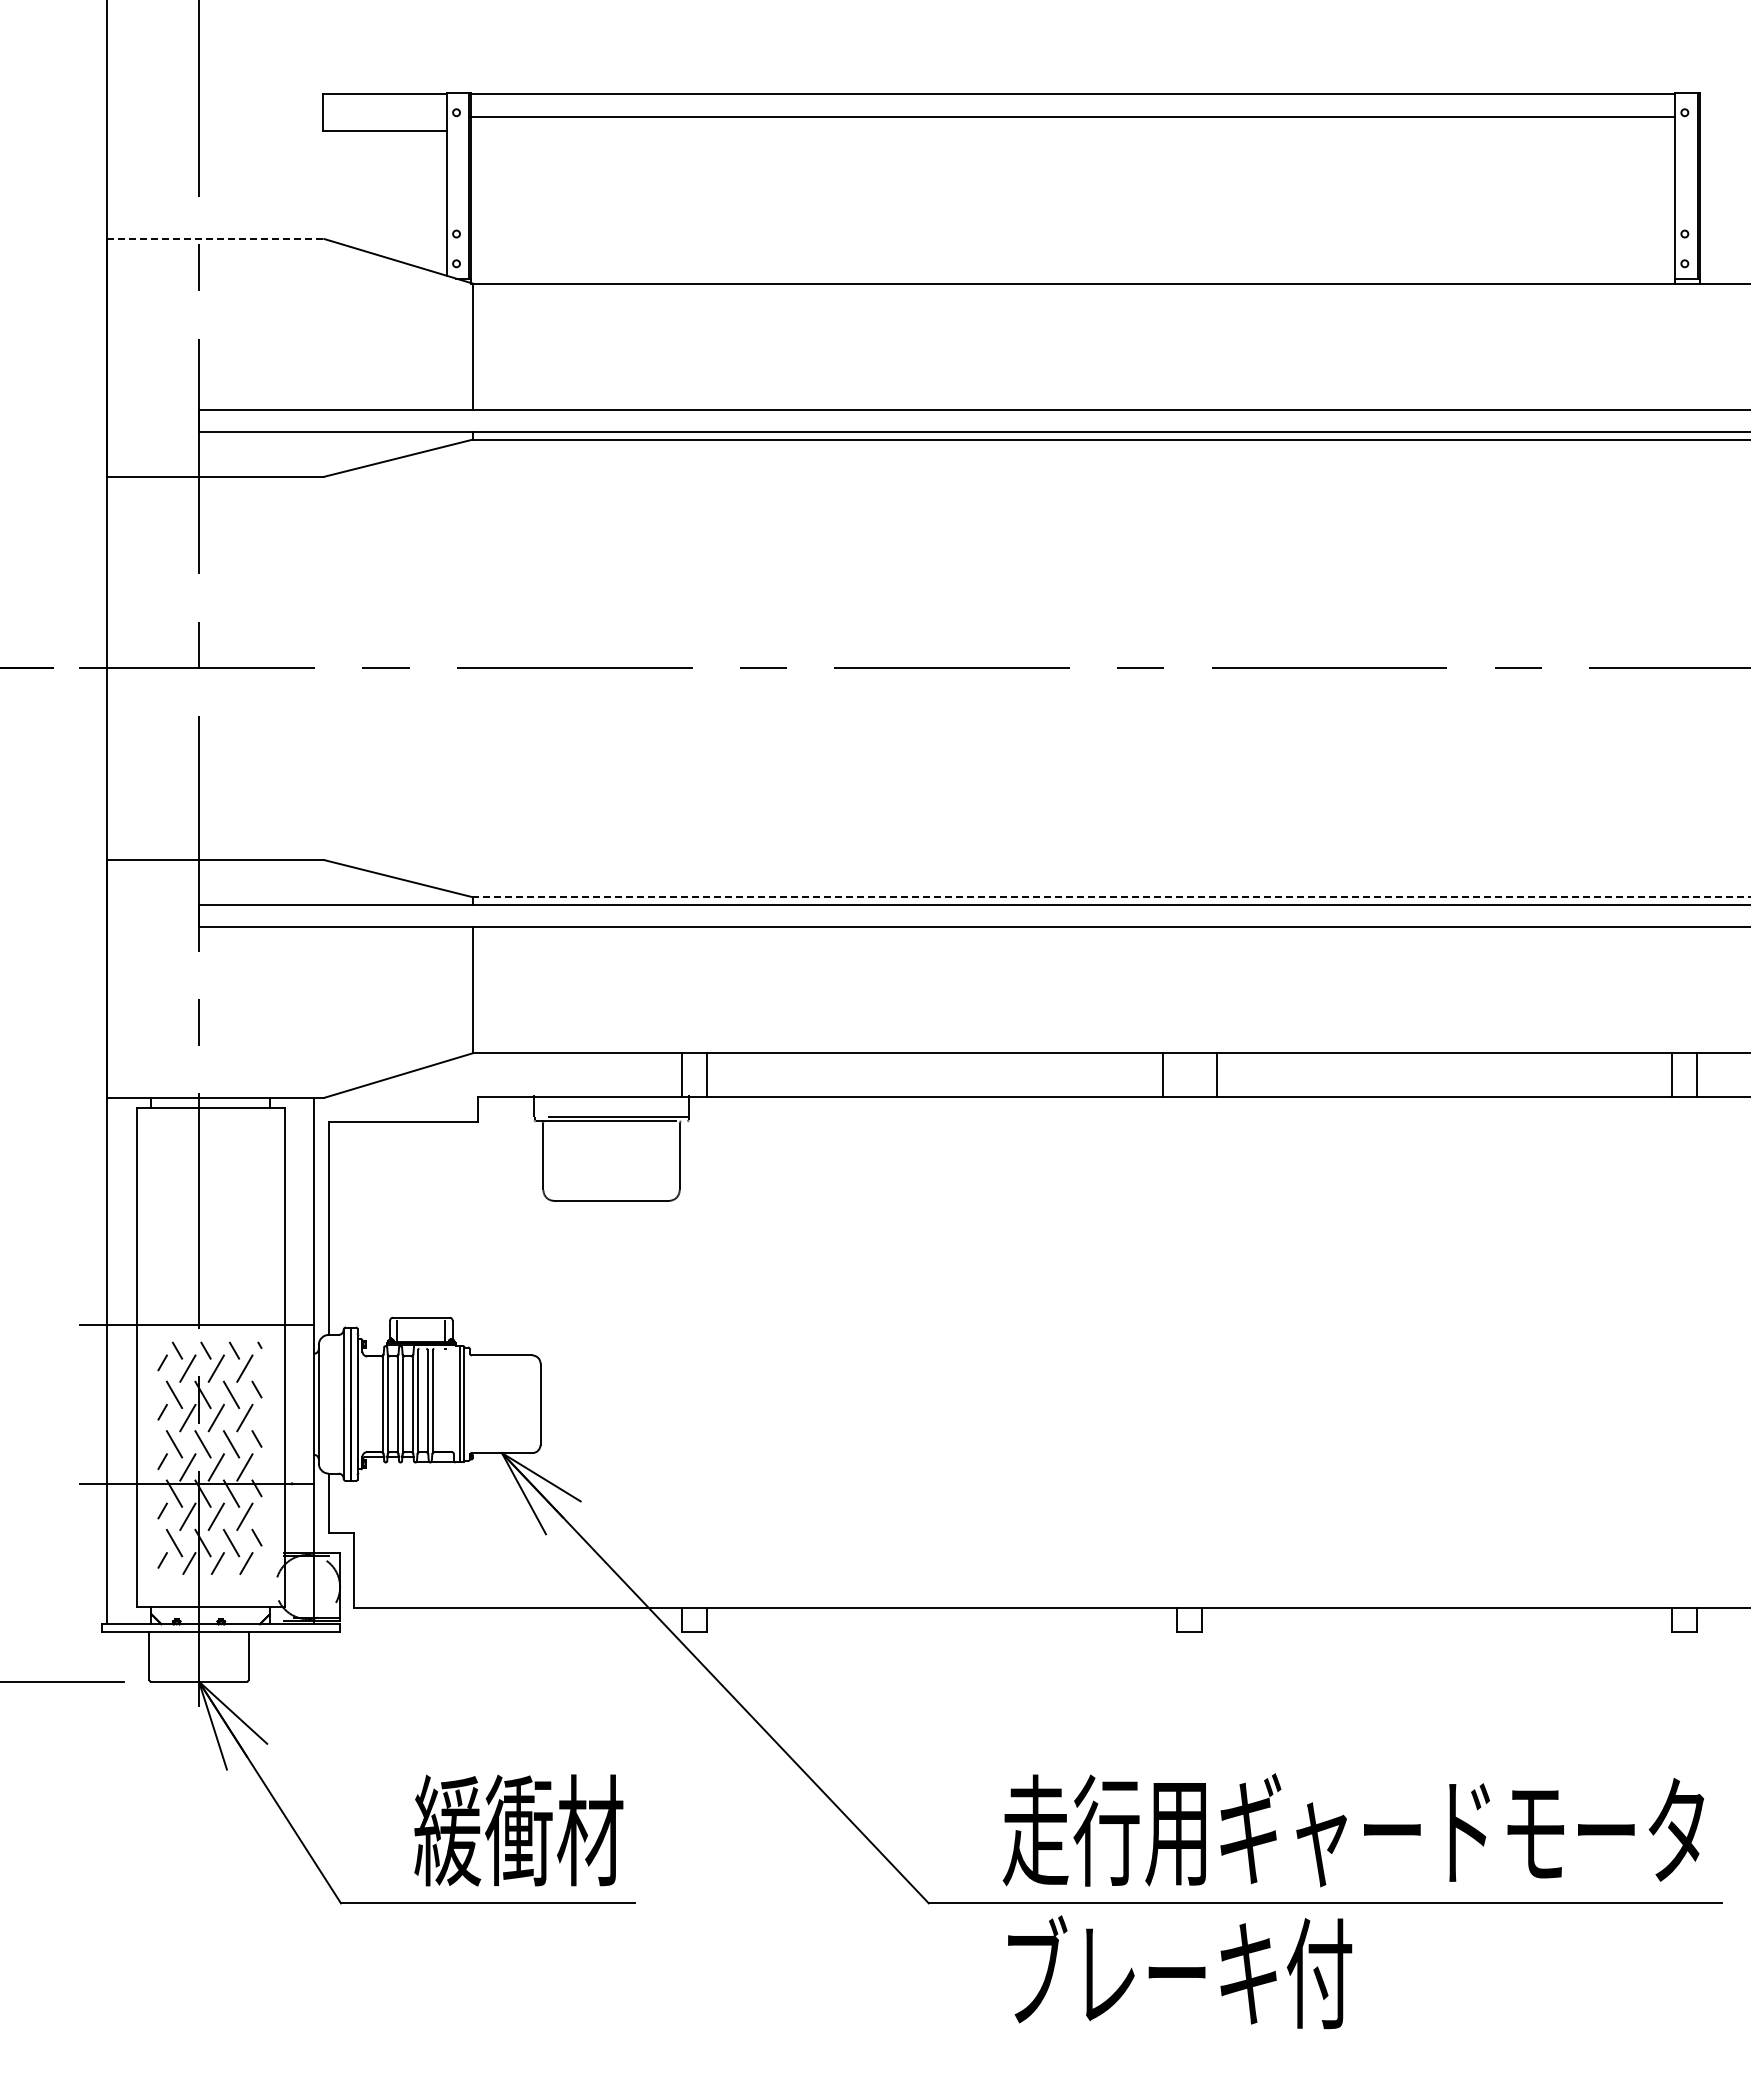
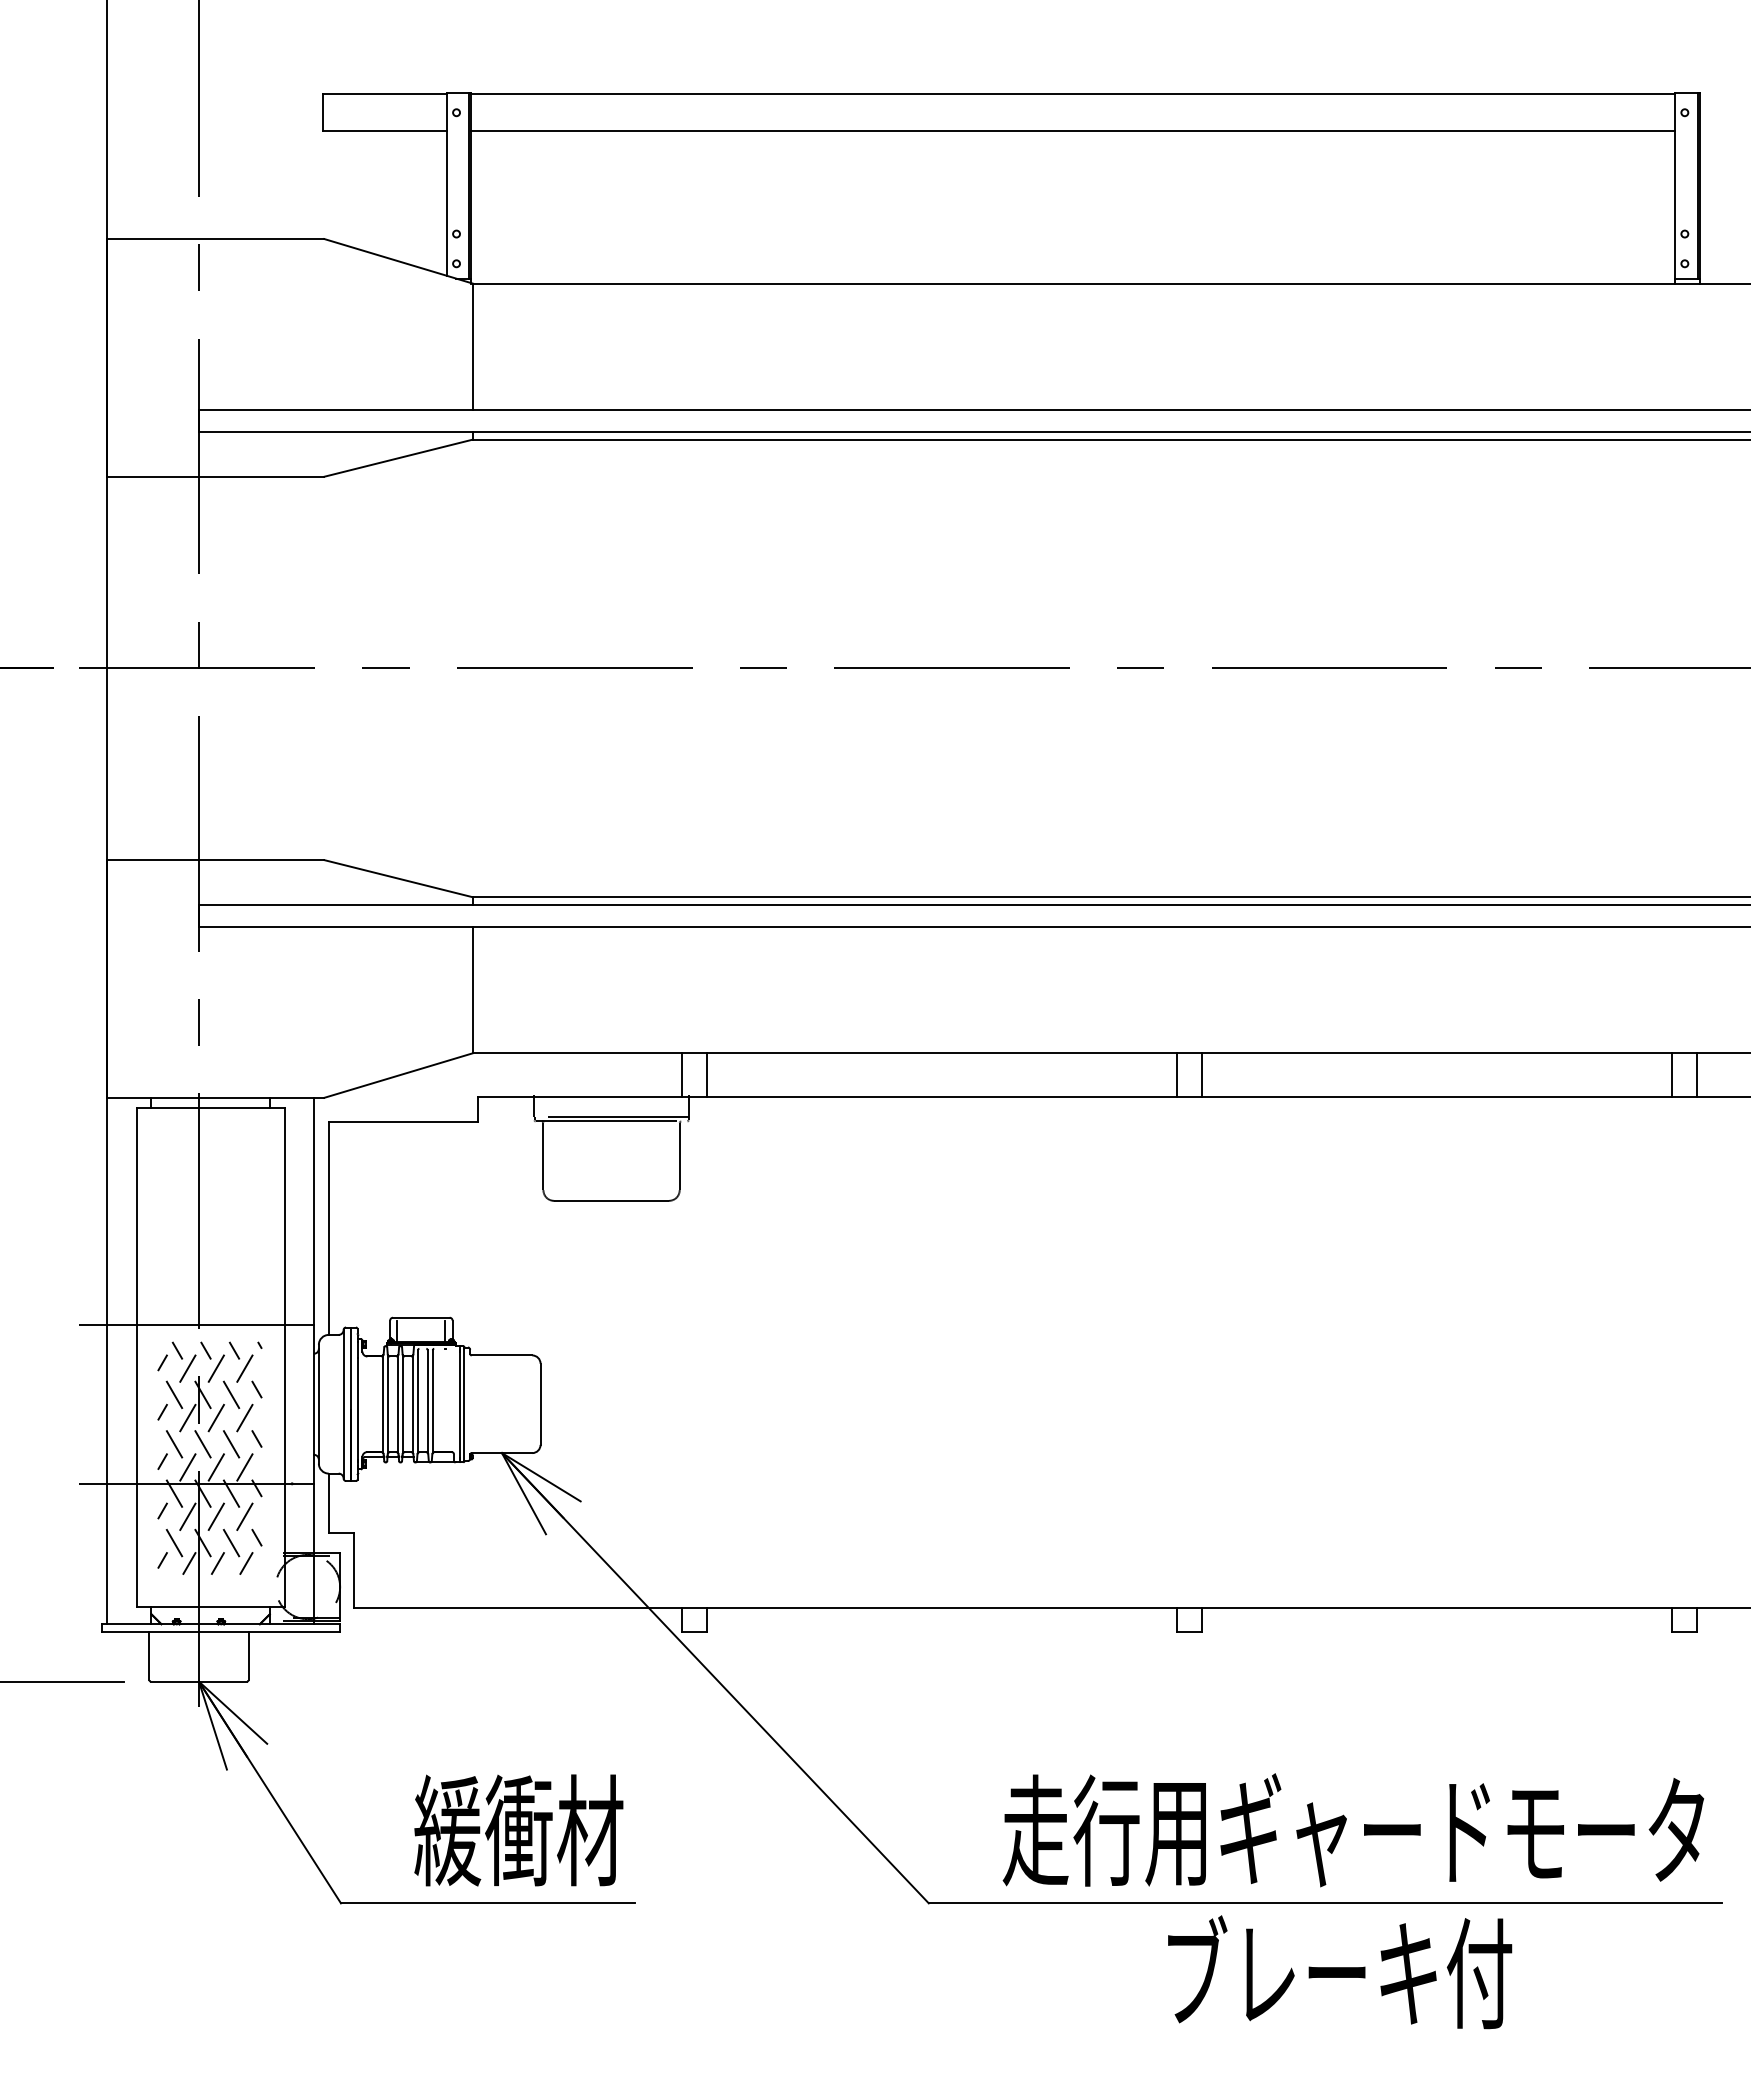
line at (1072, 117) position: (1072, 117) -> (1072, 131)
line at (215, 239): dashed -> solid
line at (1111, 897): dashed -> solid
line at (1163, 1075) position: (1163, 1075) -> (1177, 1075)
line at (1216, 1075) position: (1216, 1075) -> (1201, 1075)
text at (1180, 1972) position: (1180, 1972) -> (1340, 1972)
